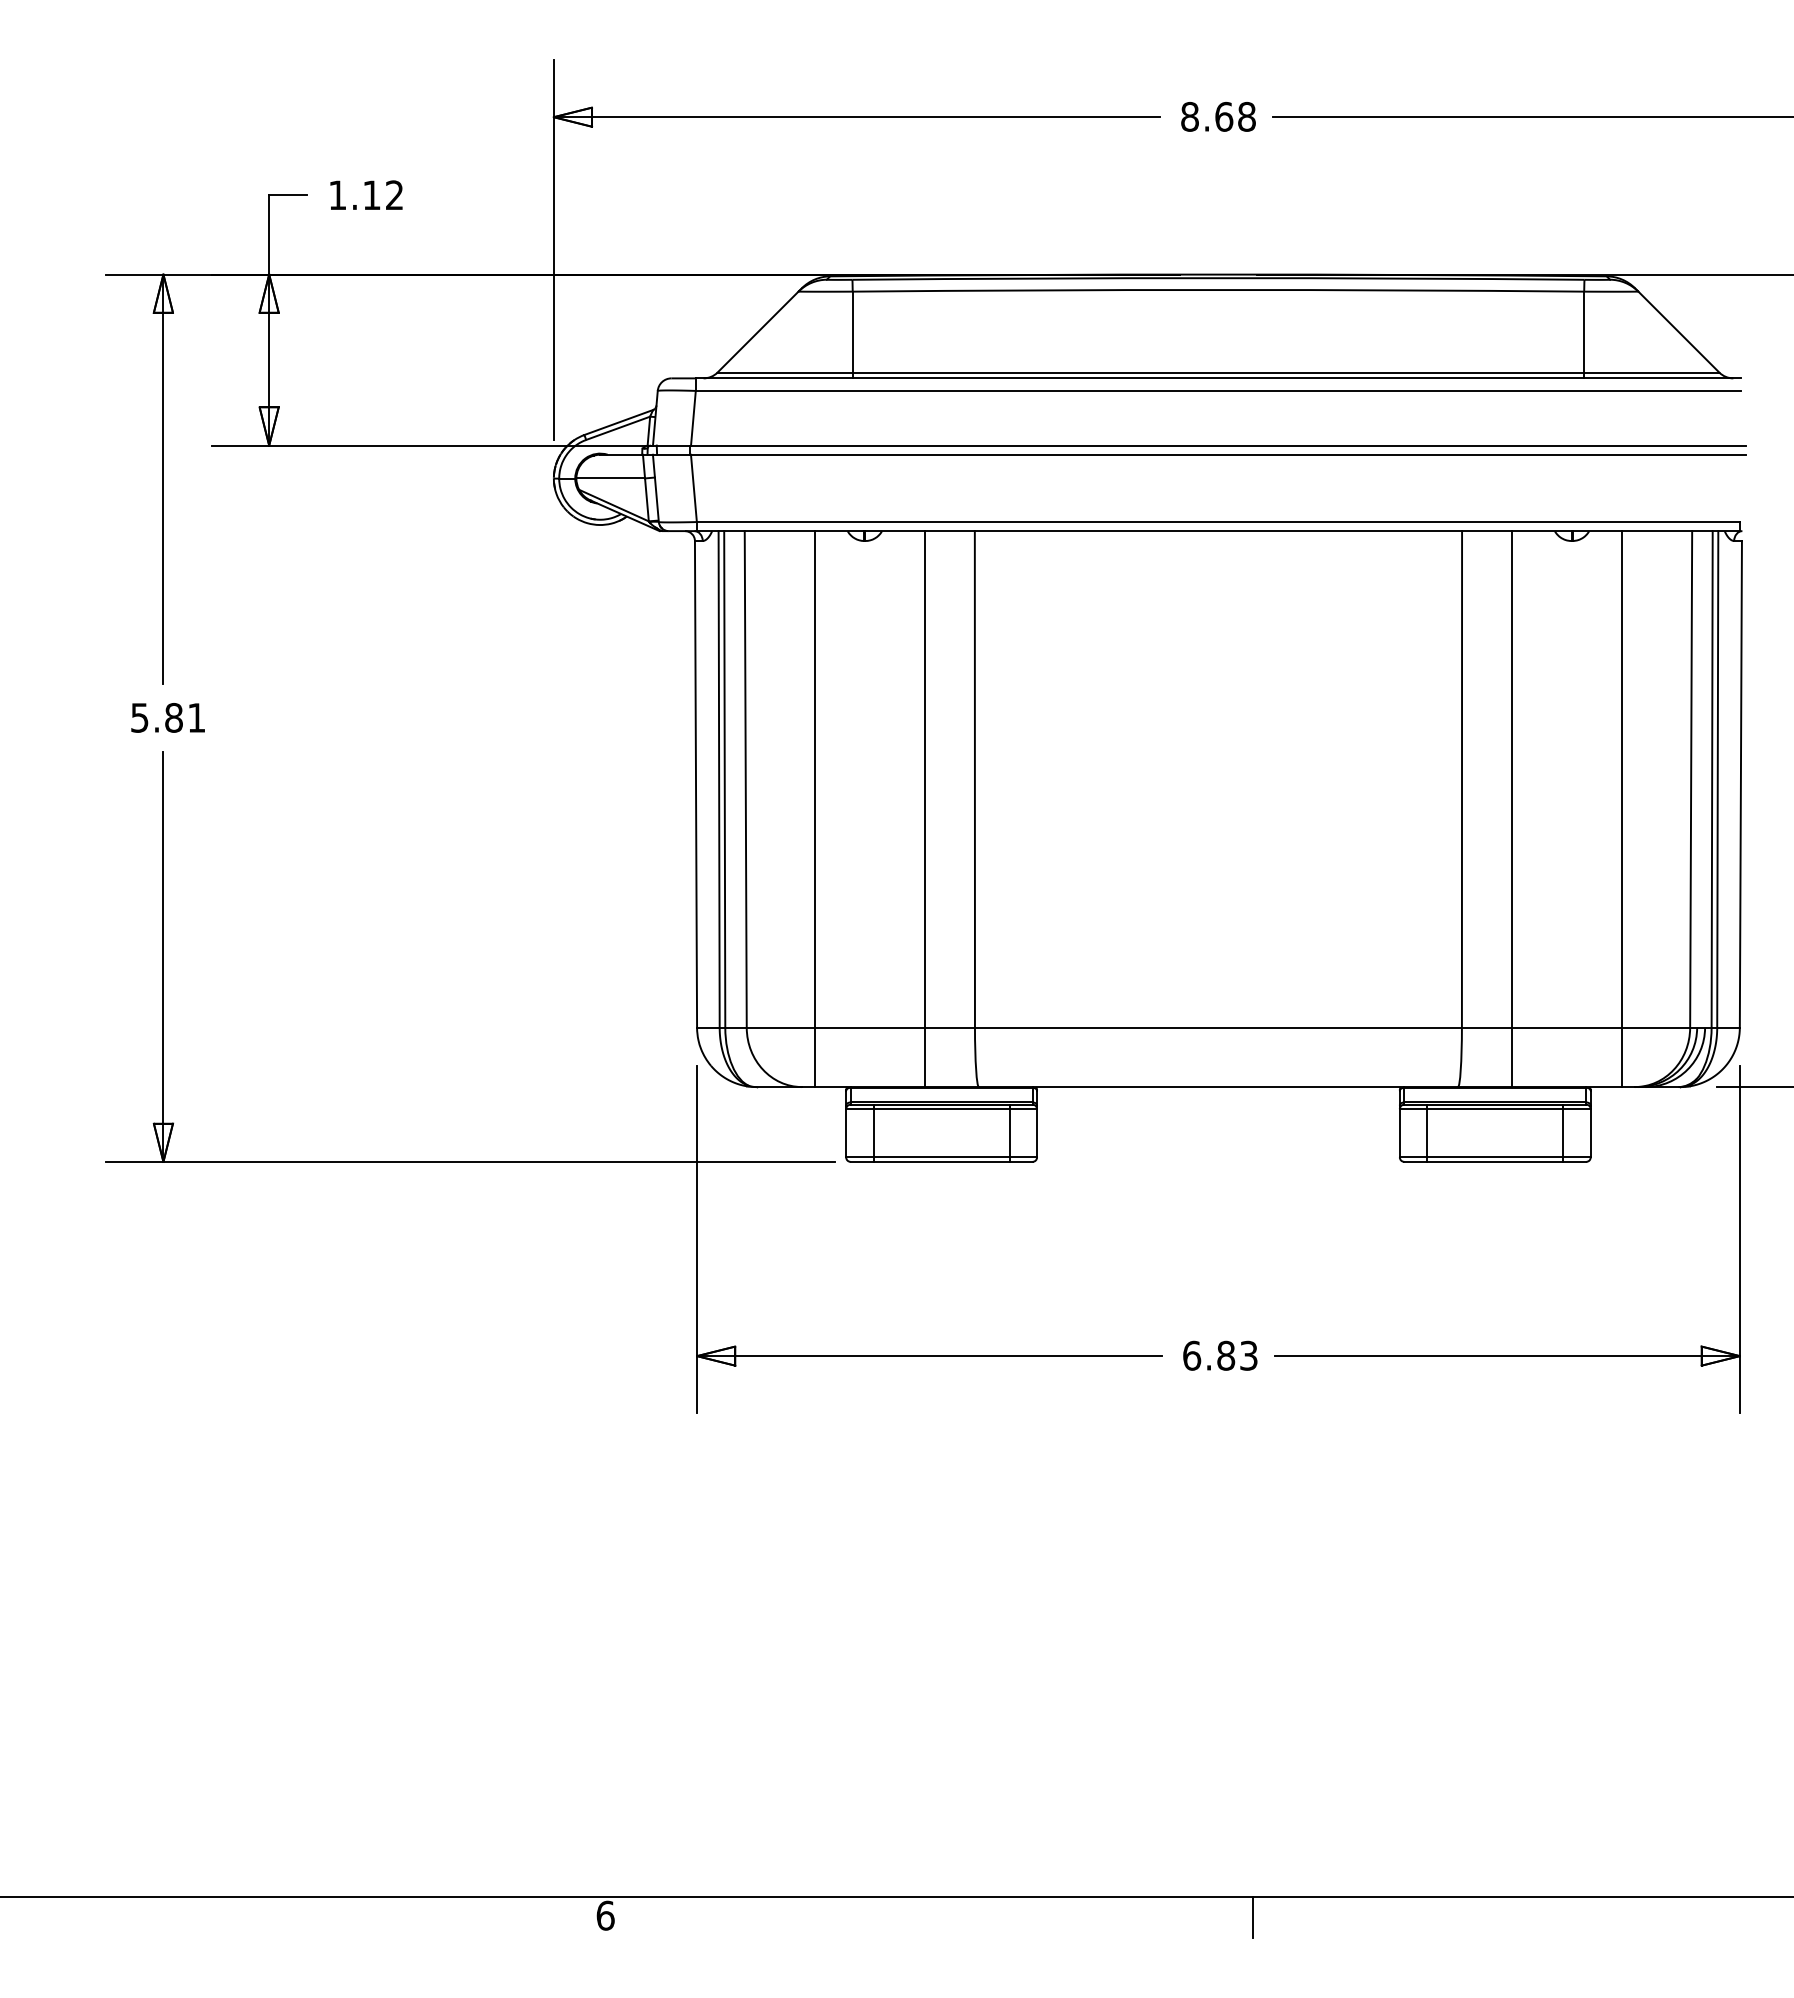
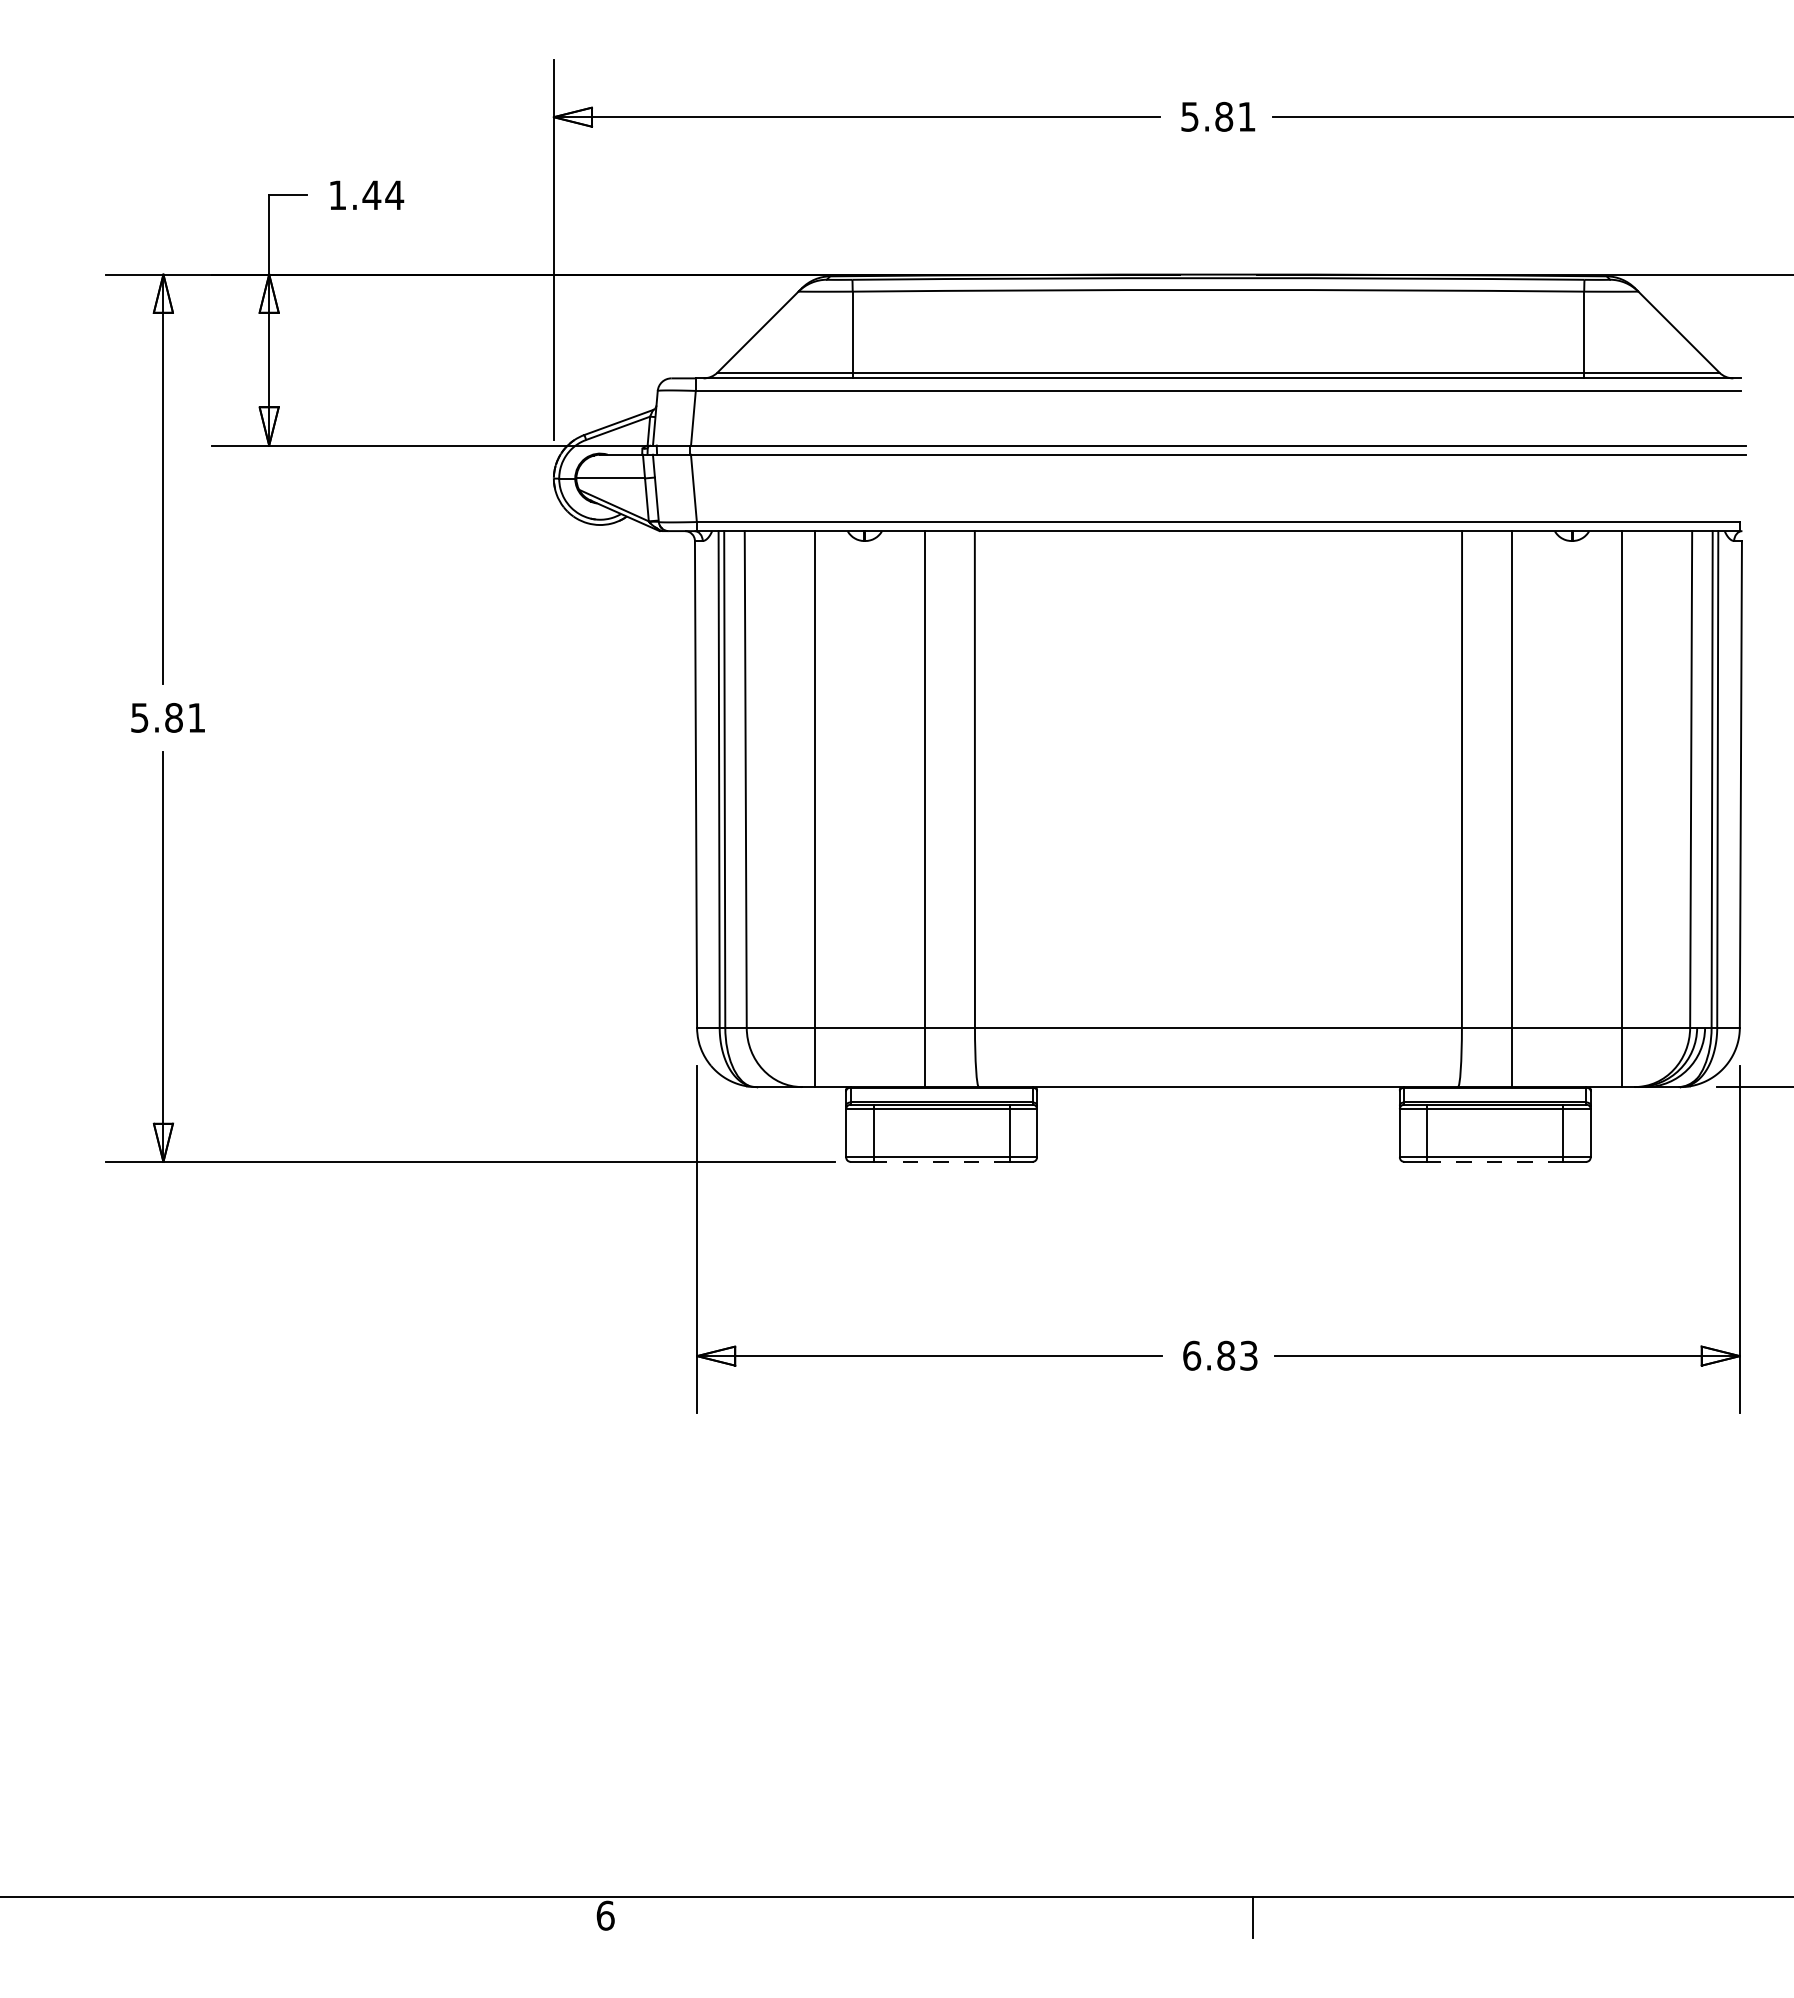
text at (1218, 116): 8.68 -> 5.81
text at (383, 194): 1.12 -> 1.44
line at (941, 1161): solid -> dashed
line at (1495, 1161): solid -> dashed
